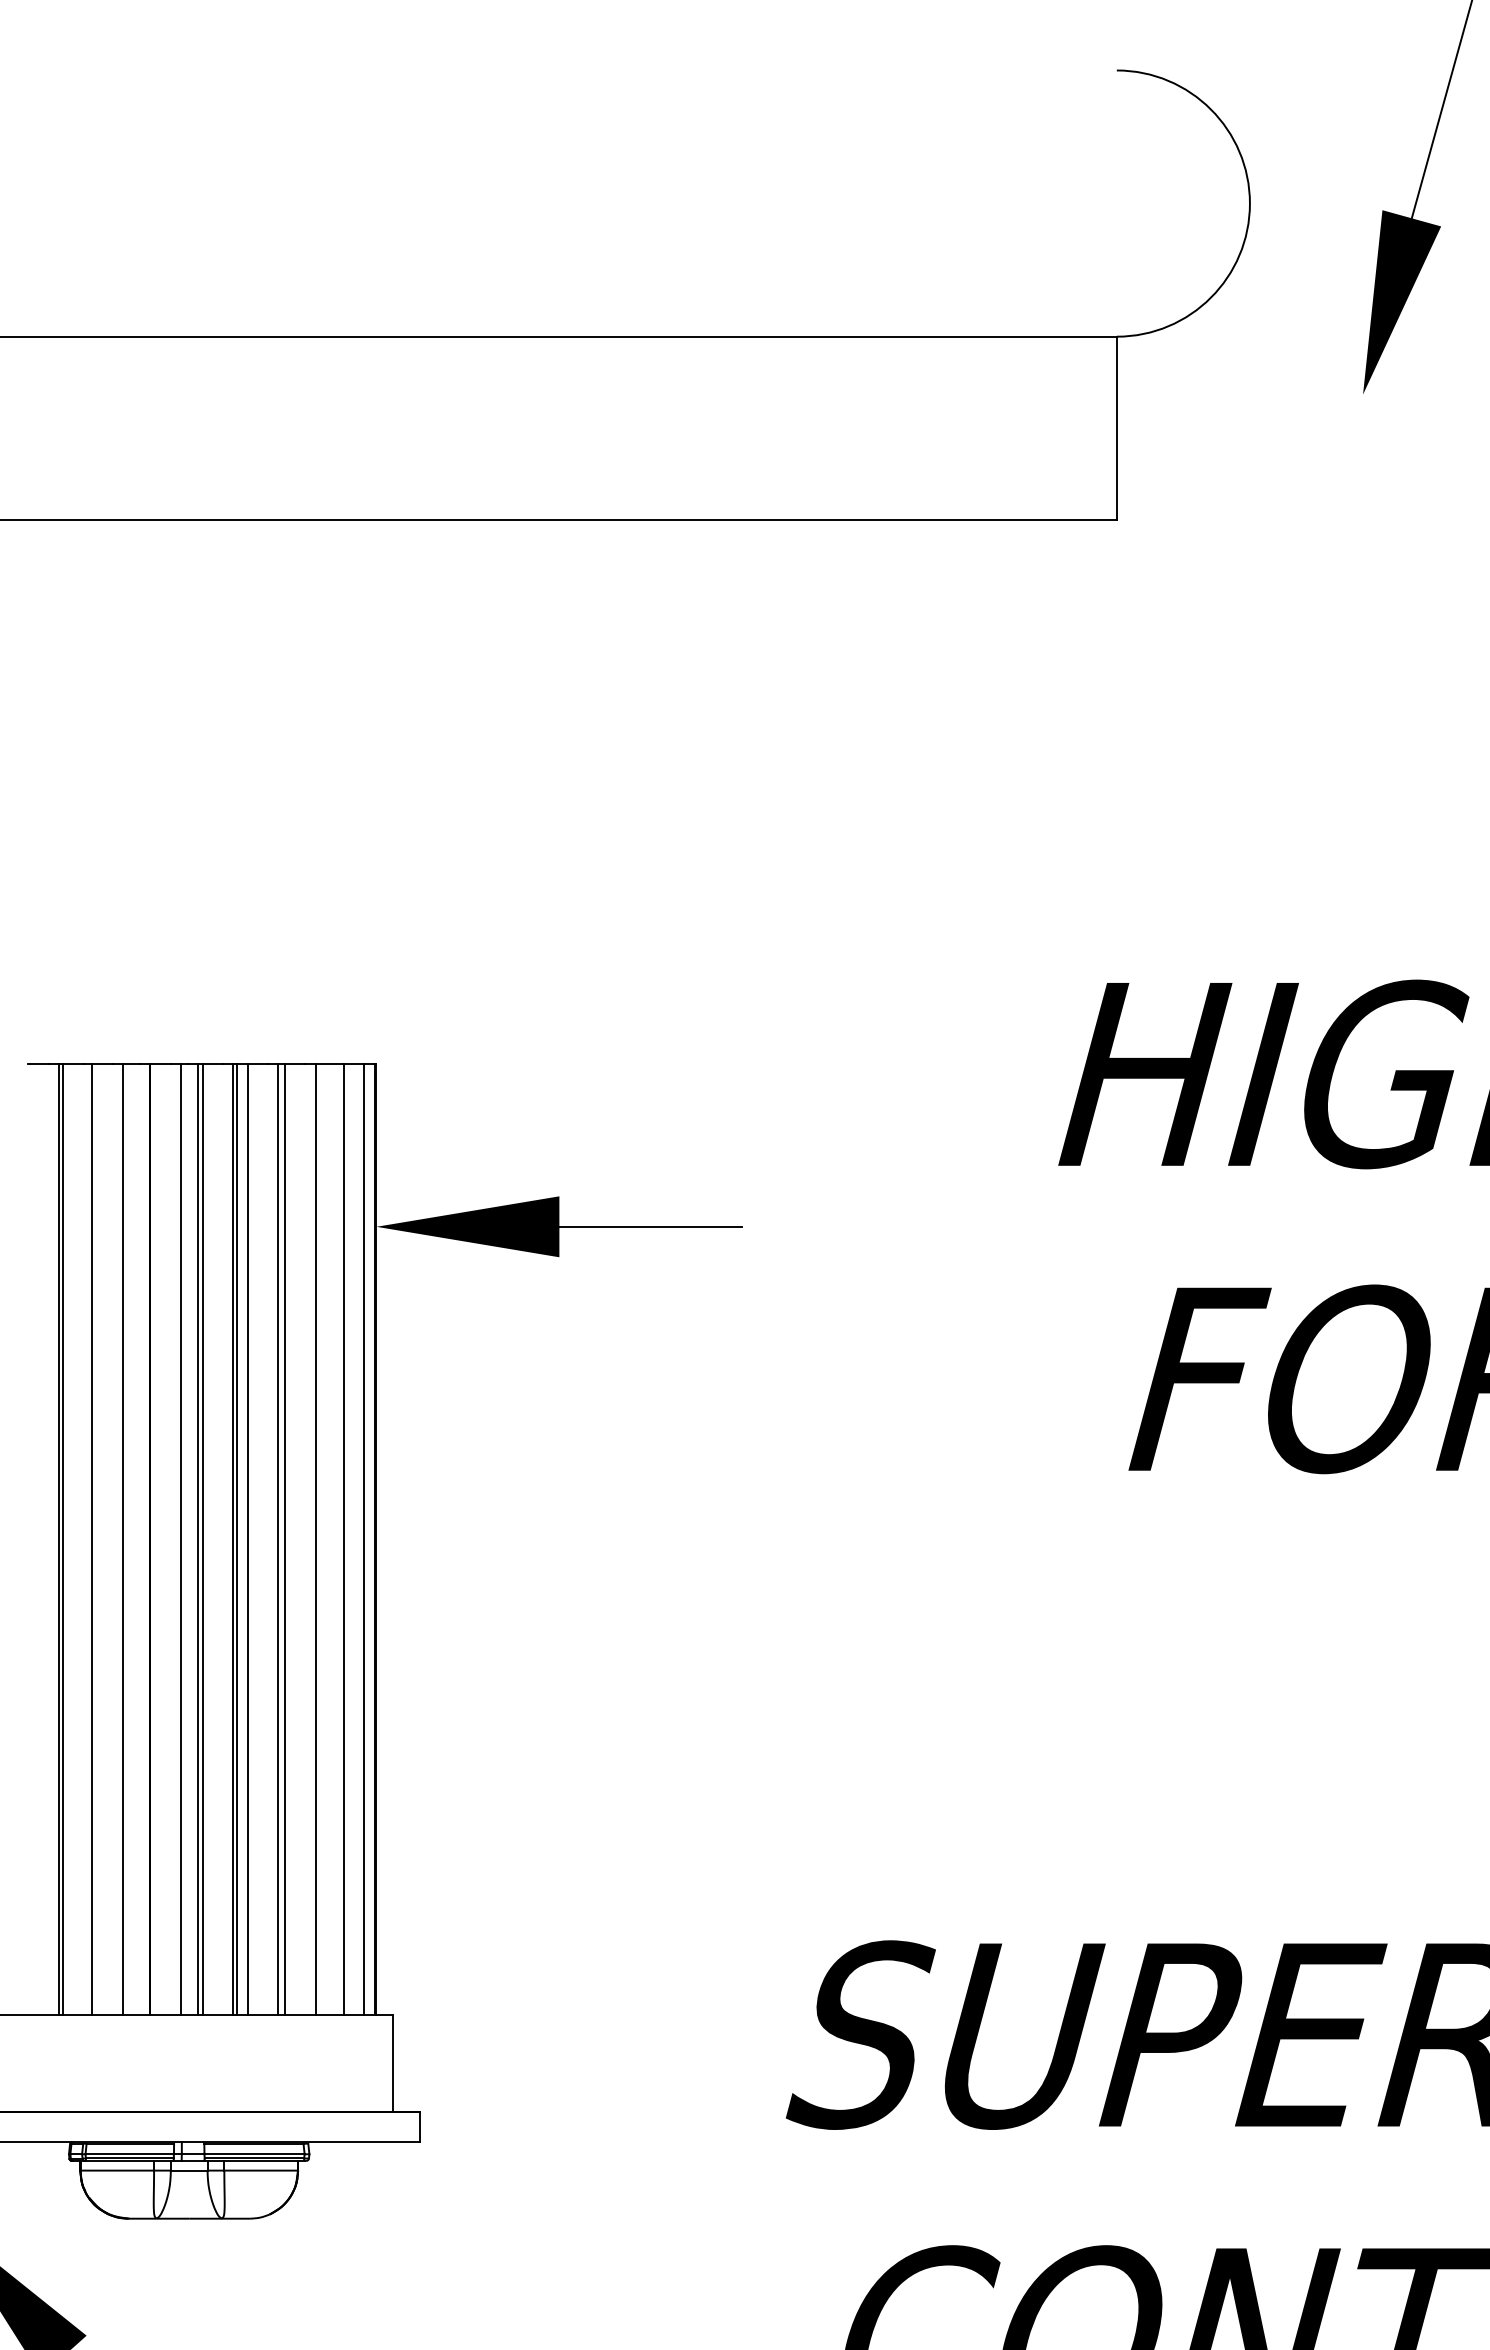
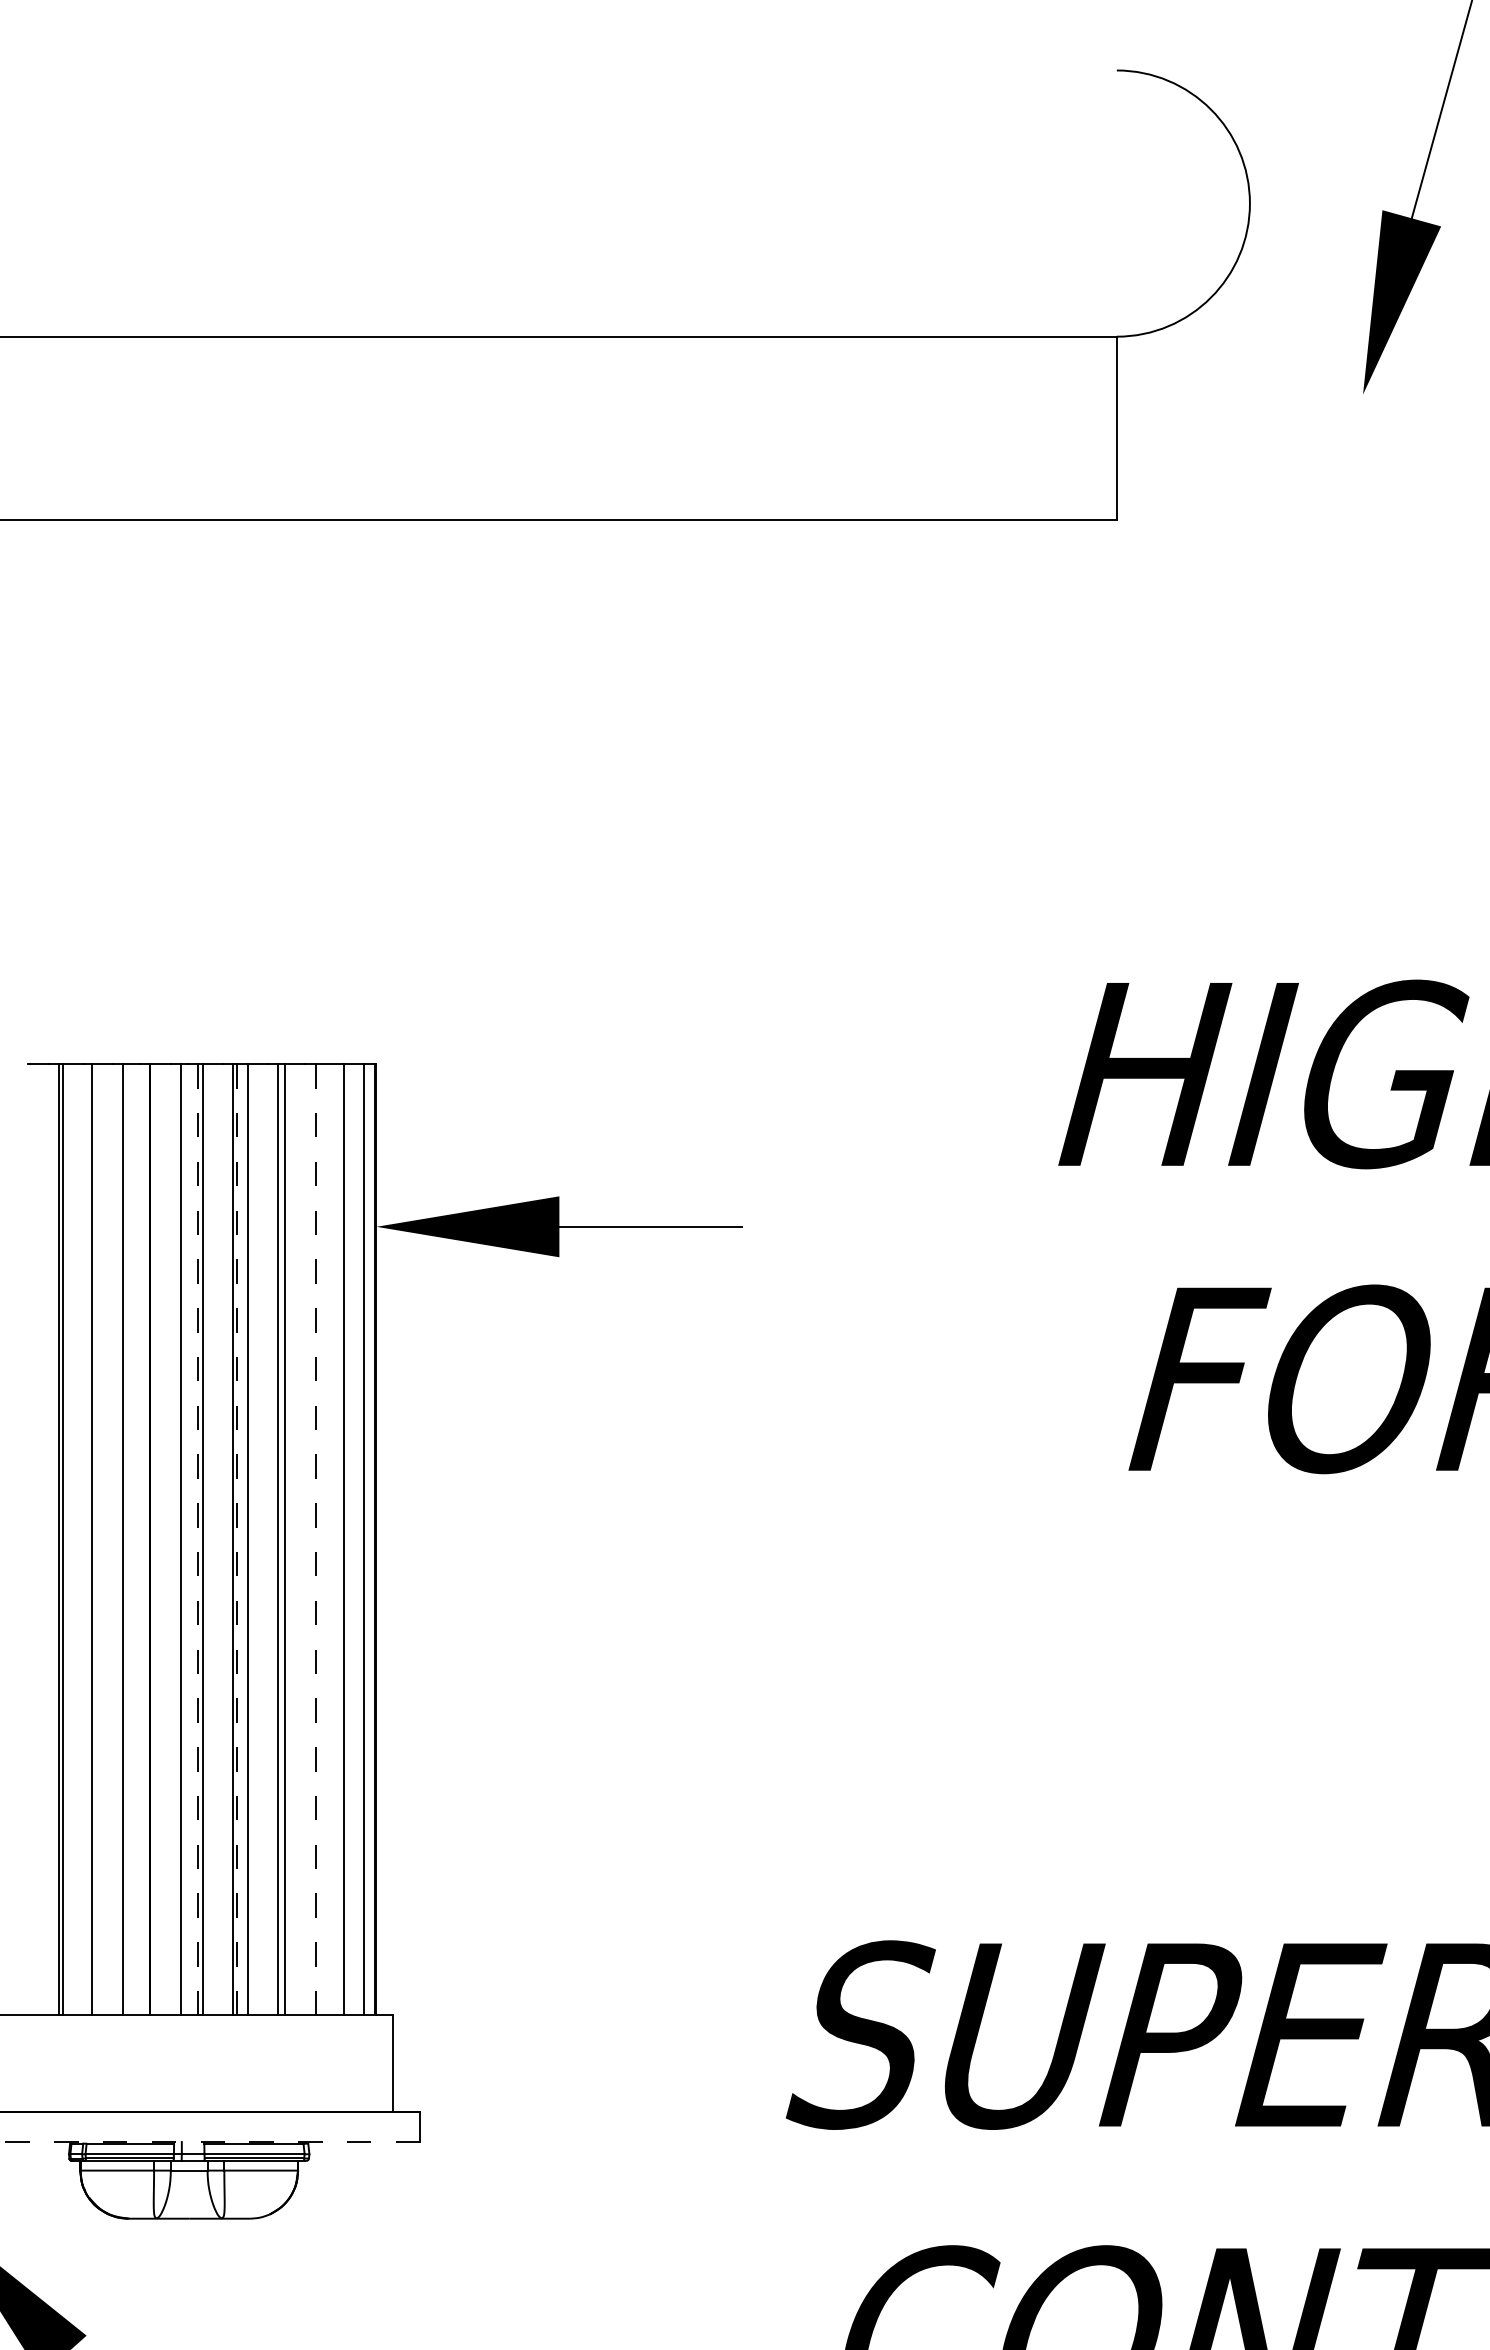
line at (198, 1539): solid -> dashed
line at (237, 1539): solid -> dashed
line at (315, 1539): solid -> dashed
line at (210, 2142): solid -> dashed
